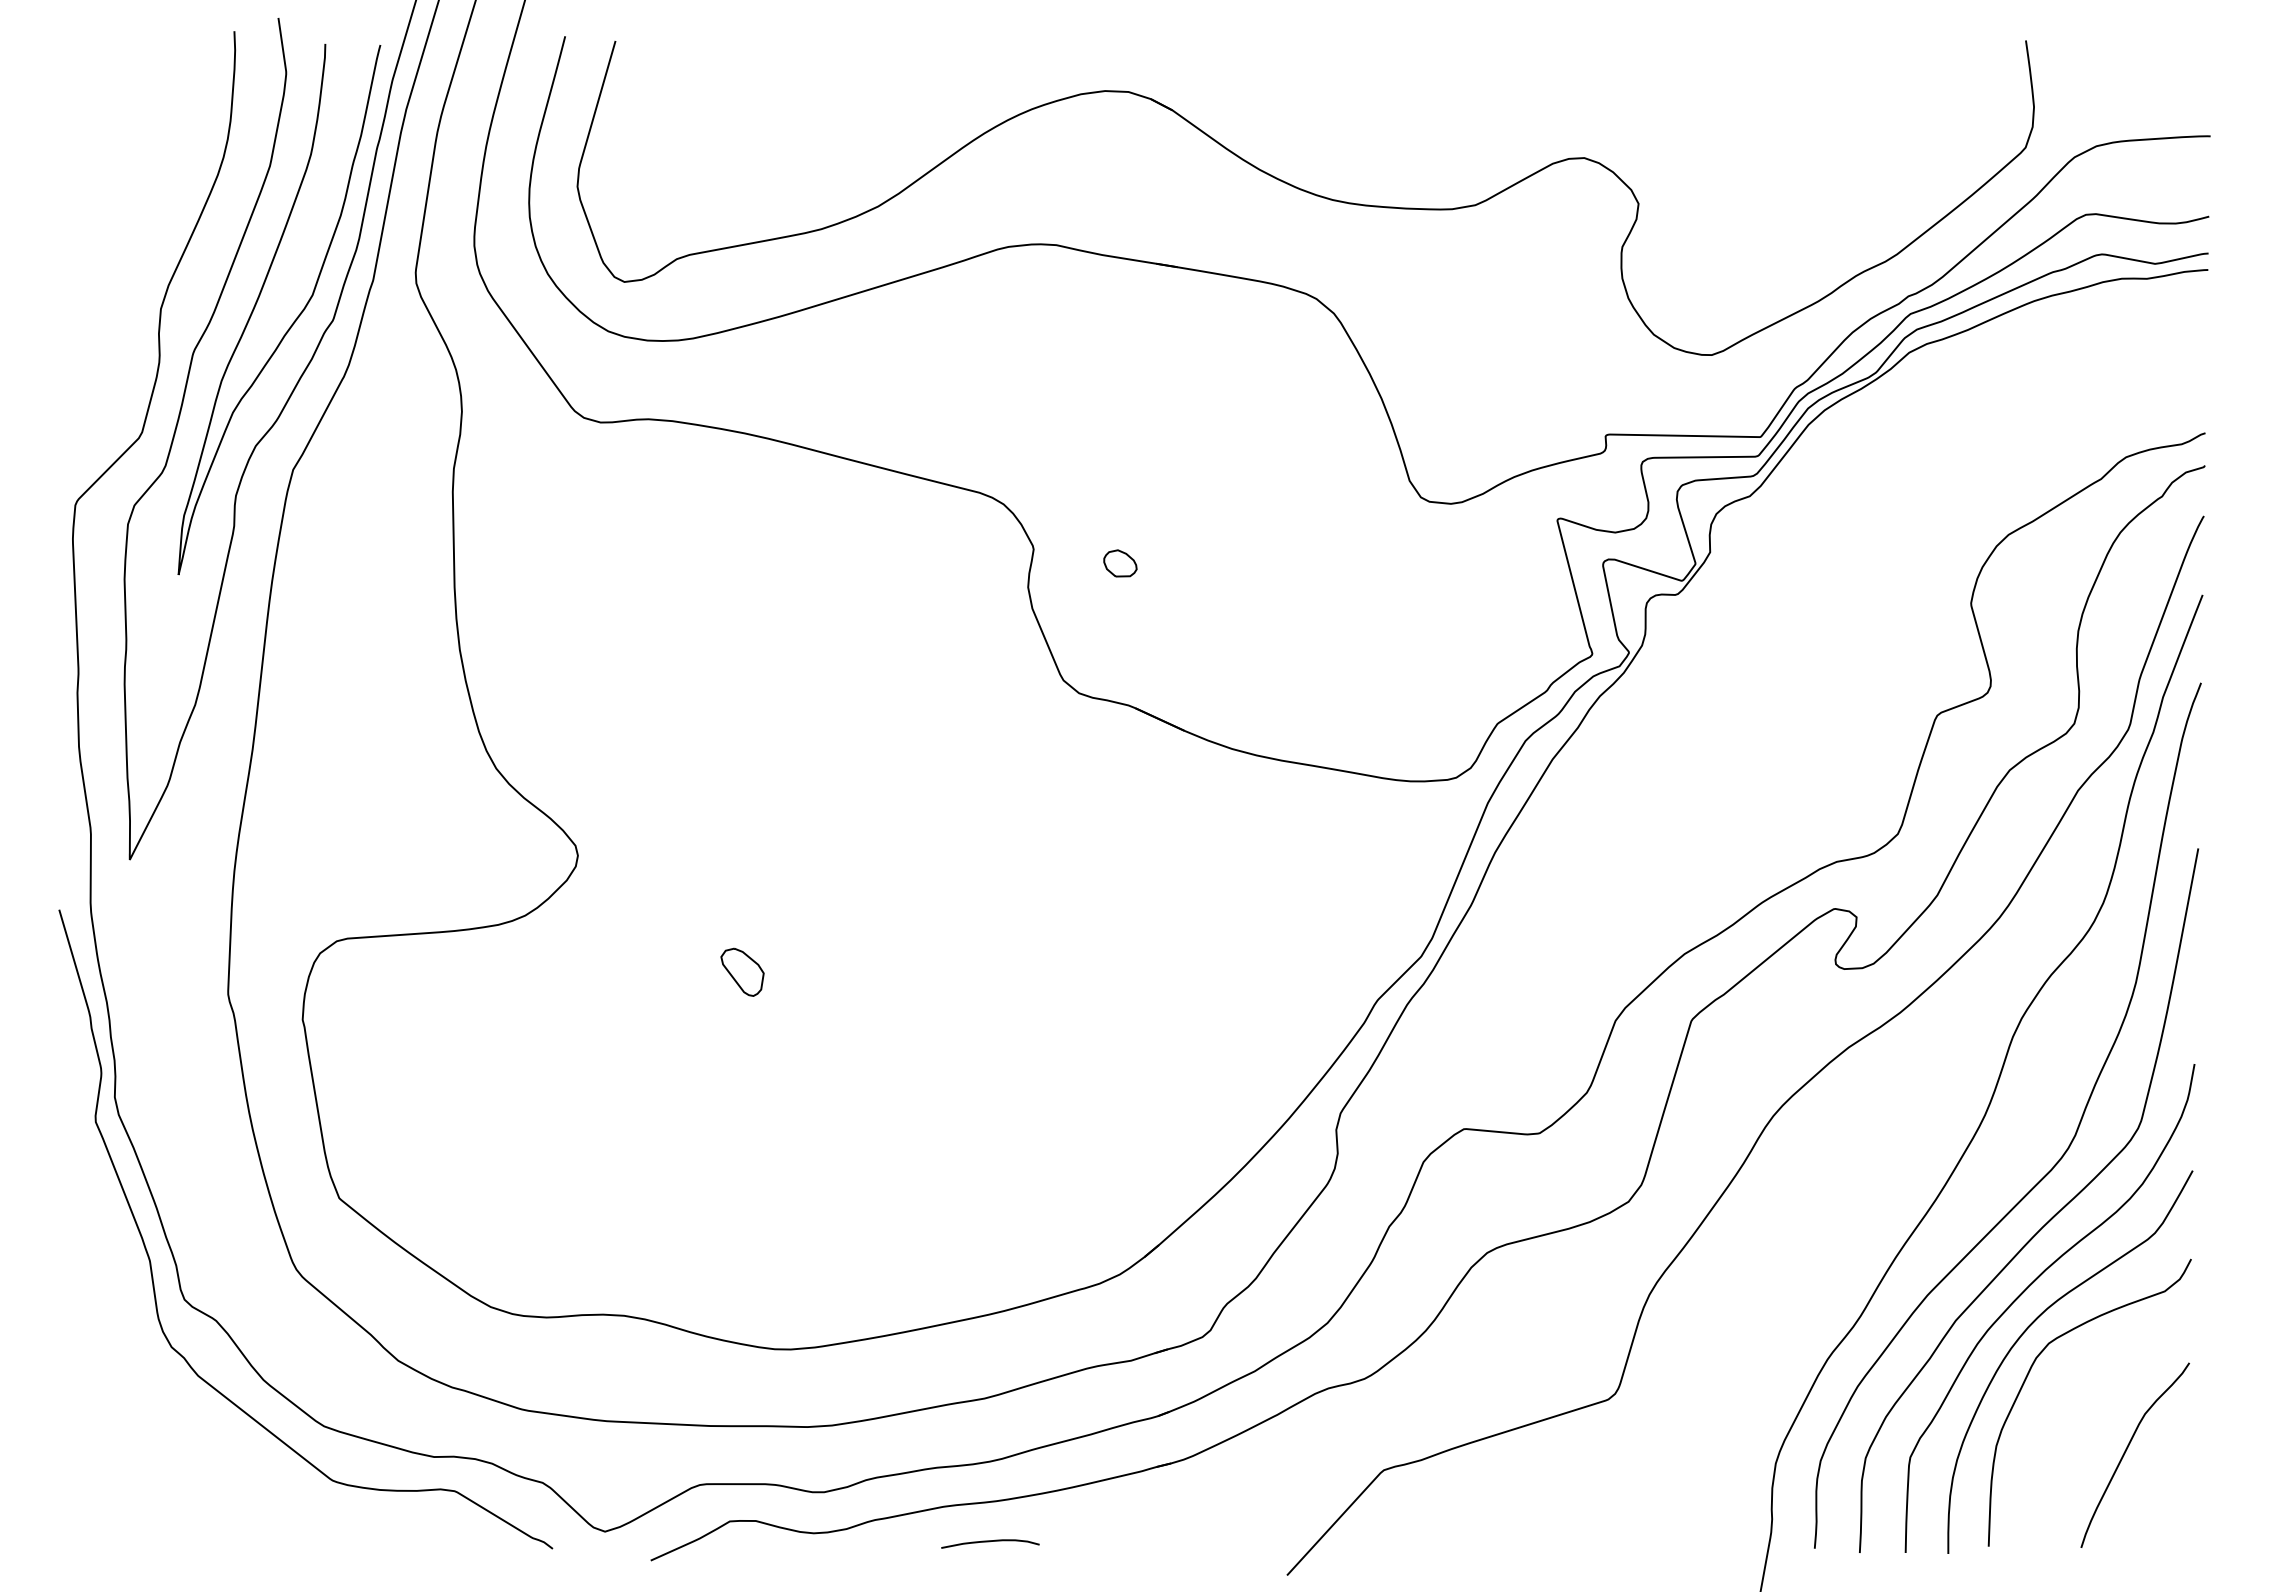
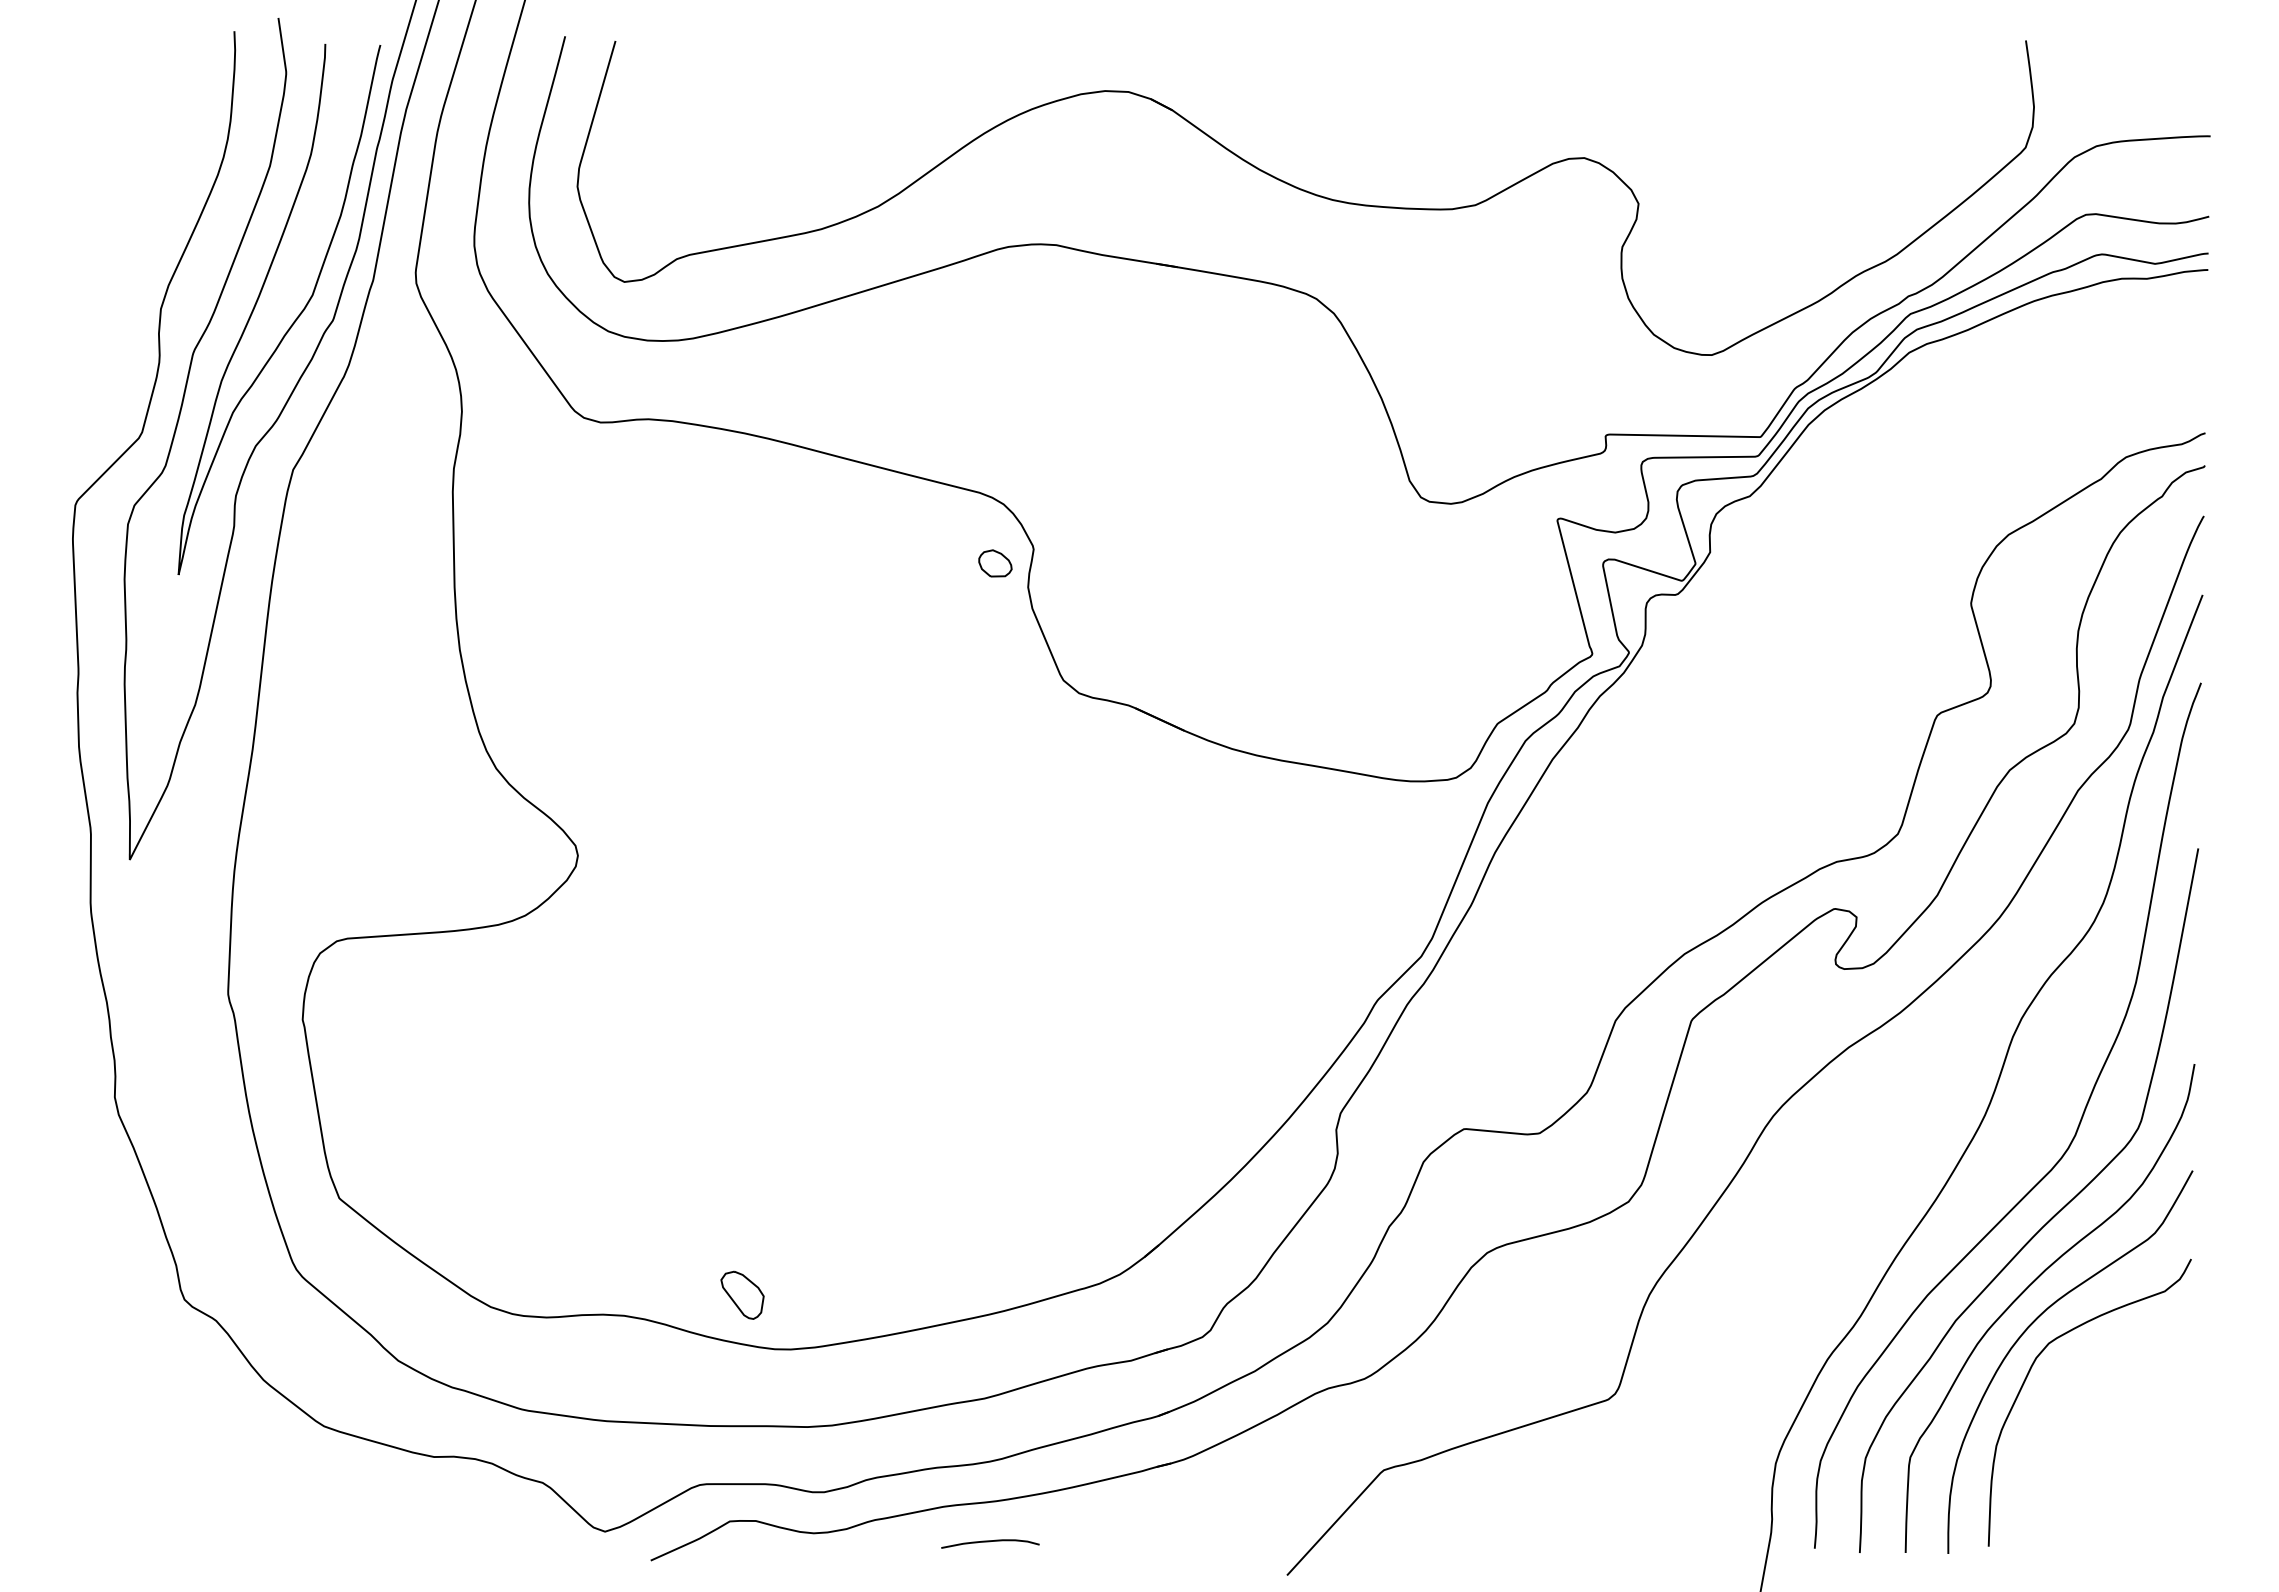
part at (1120, 563) position: (1120, 563) -> (995, 563)
part at (742, 971) position: (742, 971) -> (742, 1294)
curve at (151, 1262): present -> none
curve at (2126, 1451): present -> none
